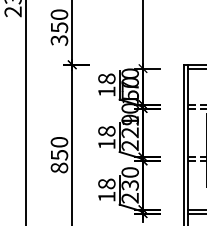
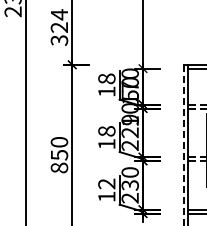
text at (59, 20): 350 -> 324
line at (183, 145): solid -> dashed
text at (106, 183): 18 -> 12
